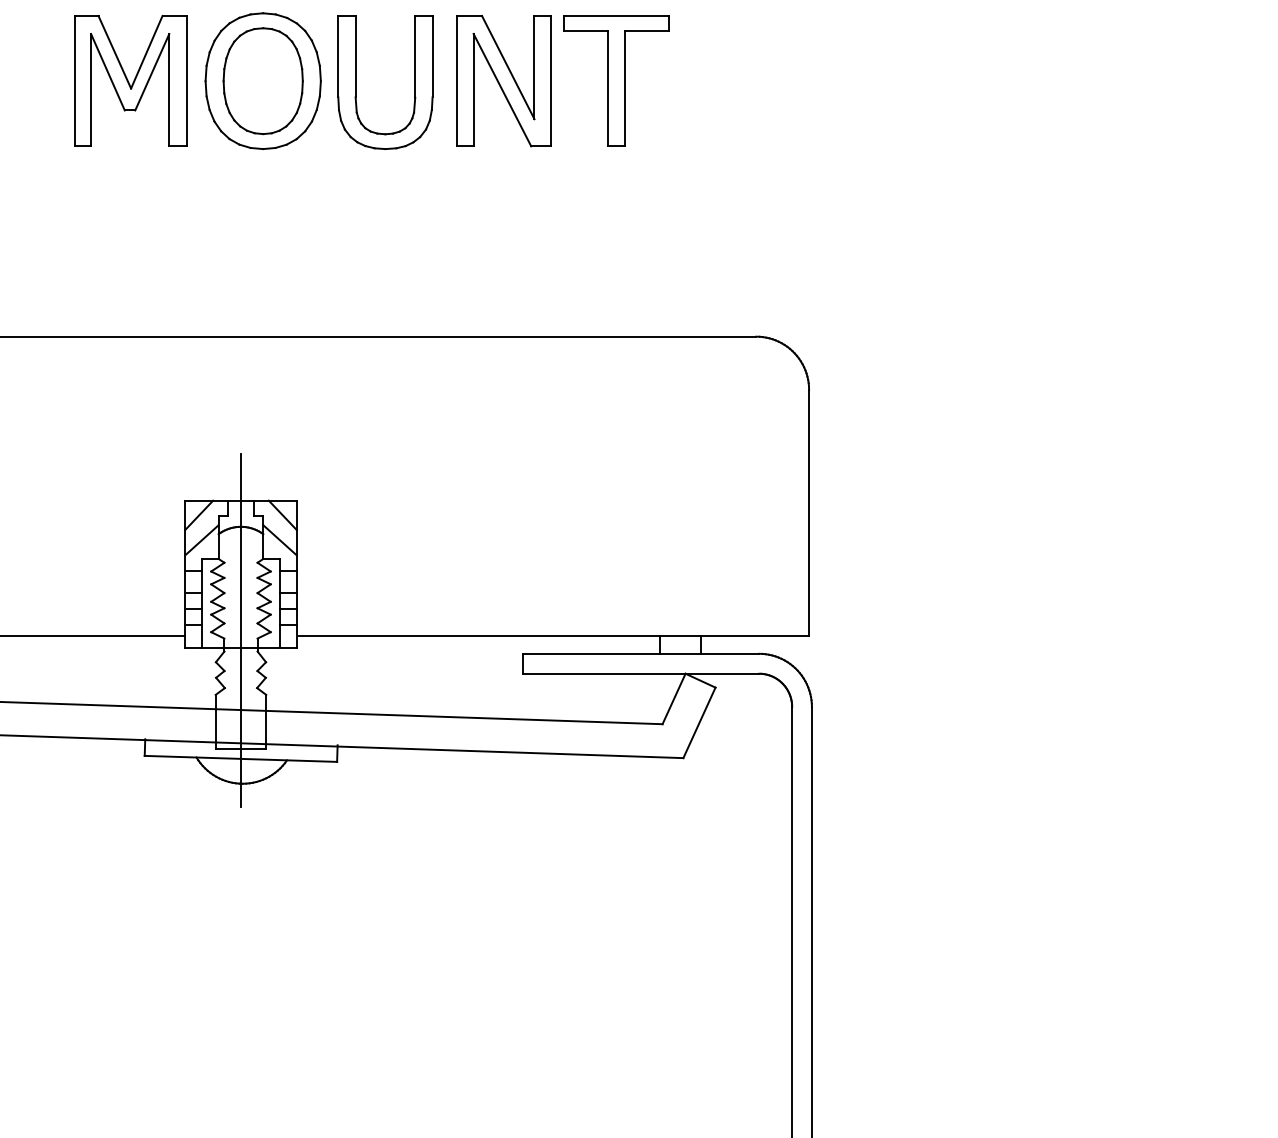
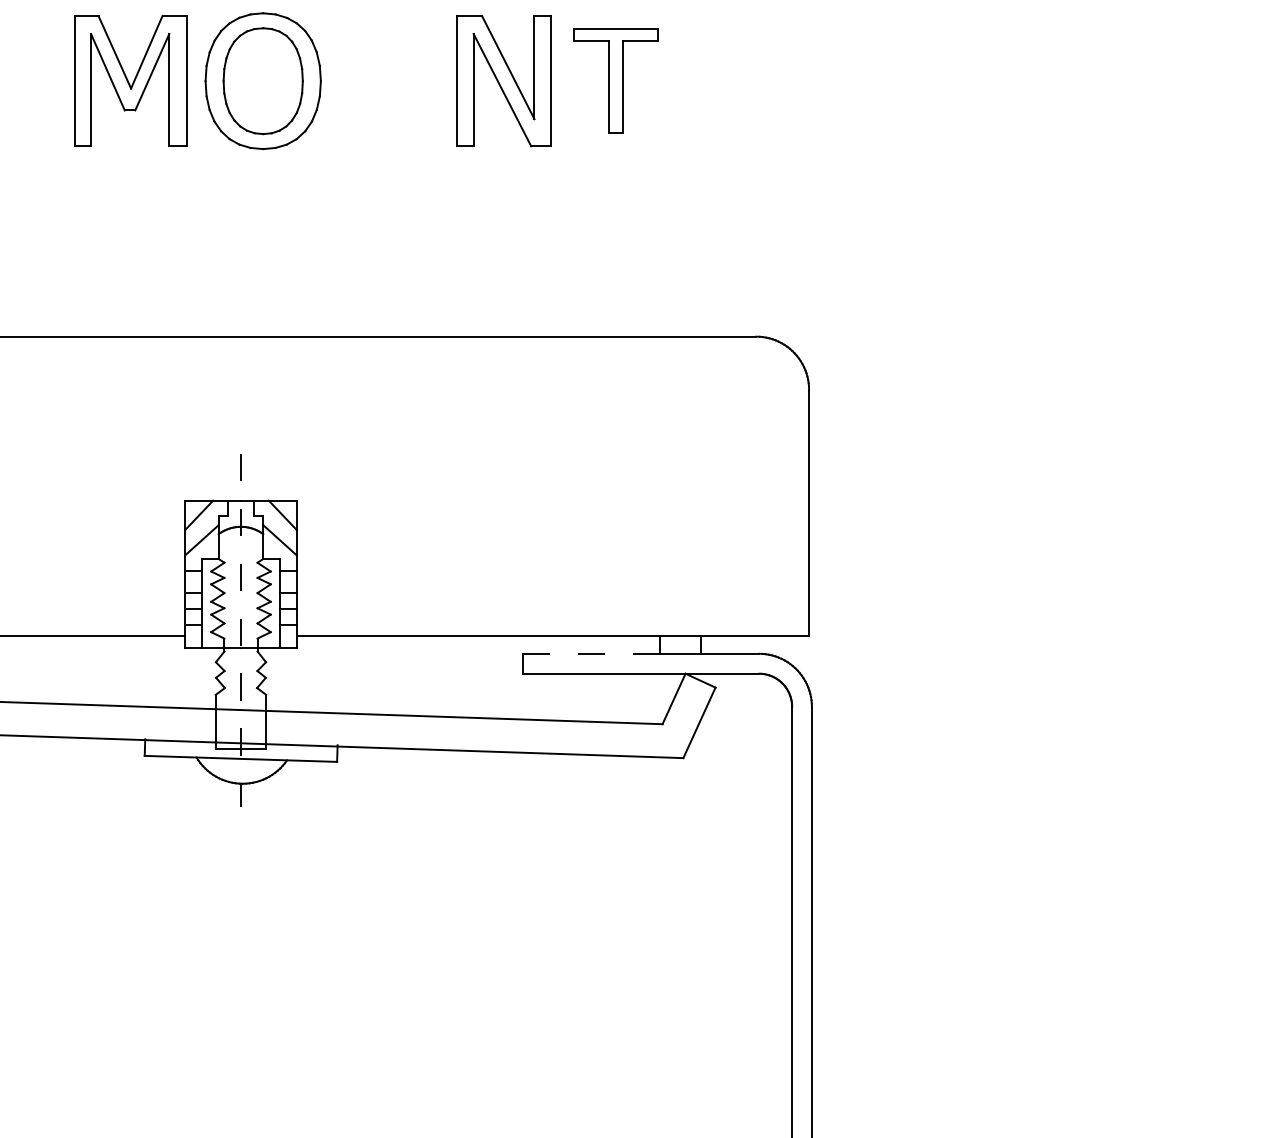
part at (616, 80) size: 107x132 px -> 86x106 px
part at (356, 82): present -> none
line at (240, 630): solid -> dashed
line at (591, 653): solid -> dashed
